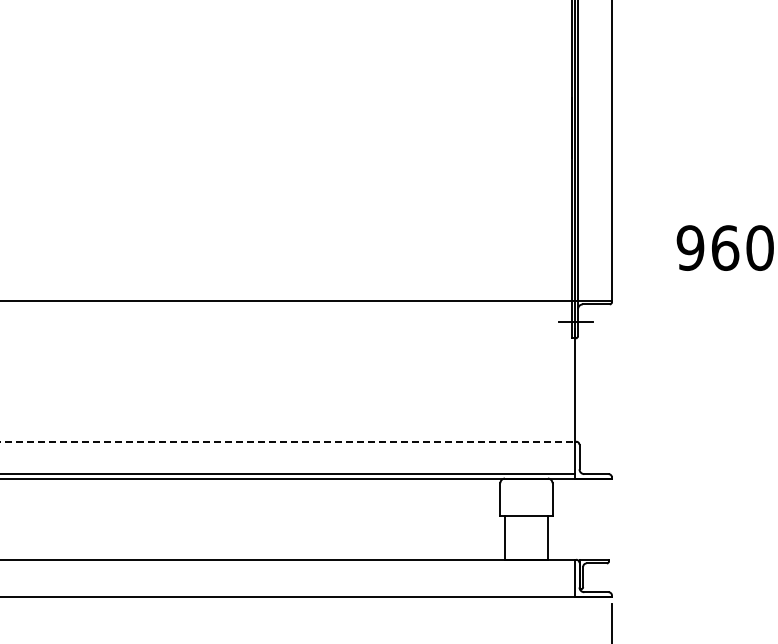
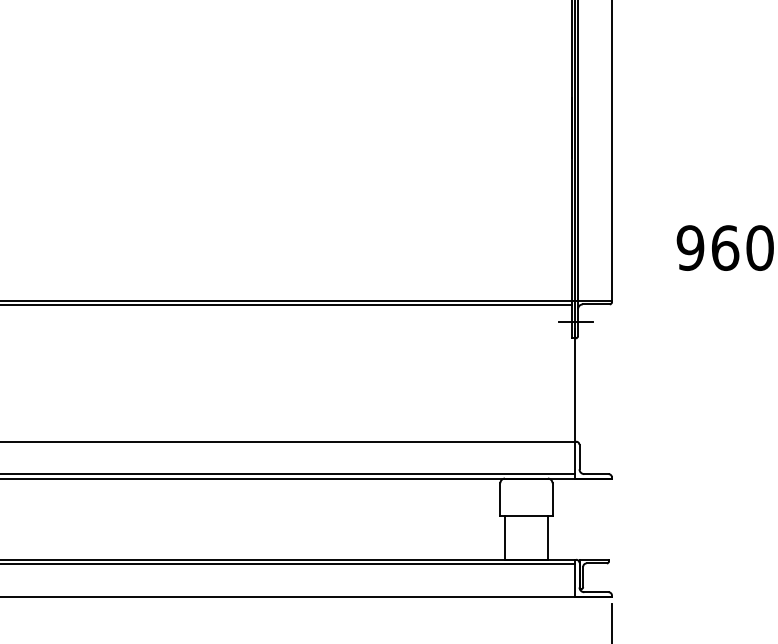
line at (286, 304): none -> present
line at (288, 441): dashed -> solid
line at (288, 564): none -> present
